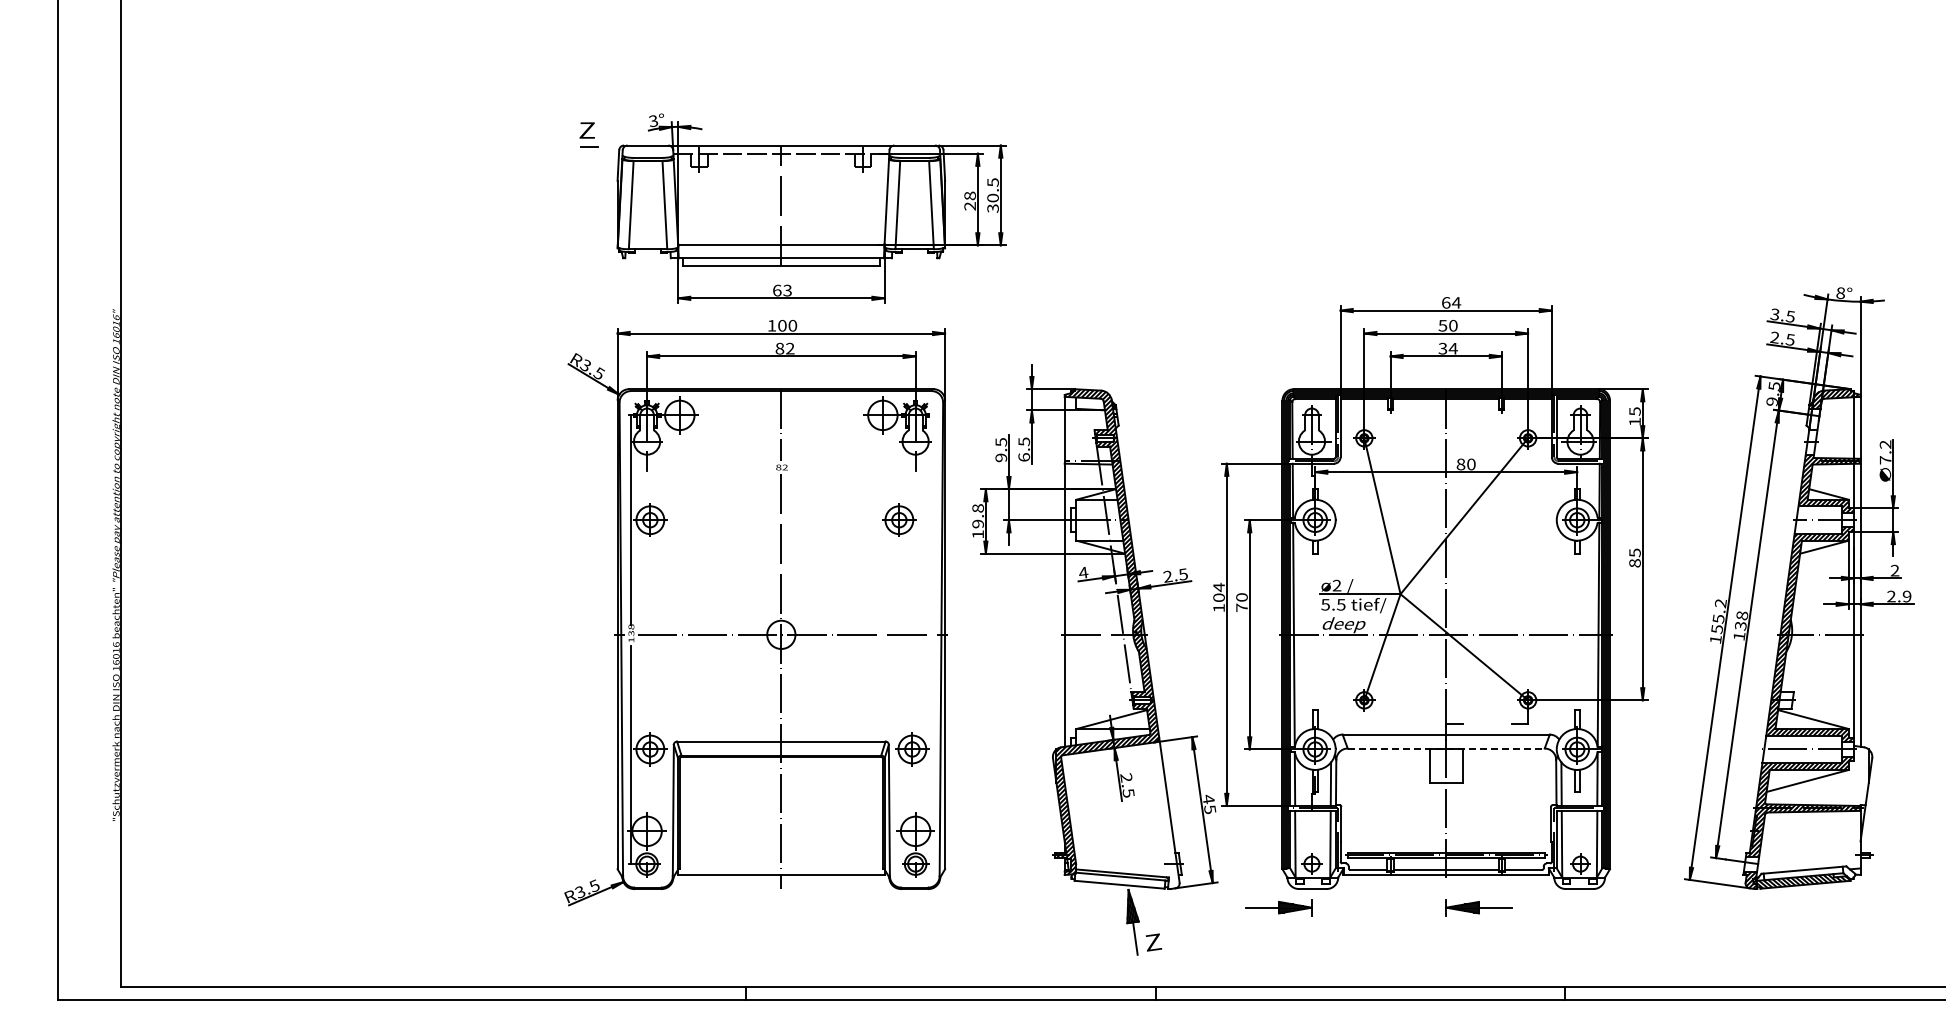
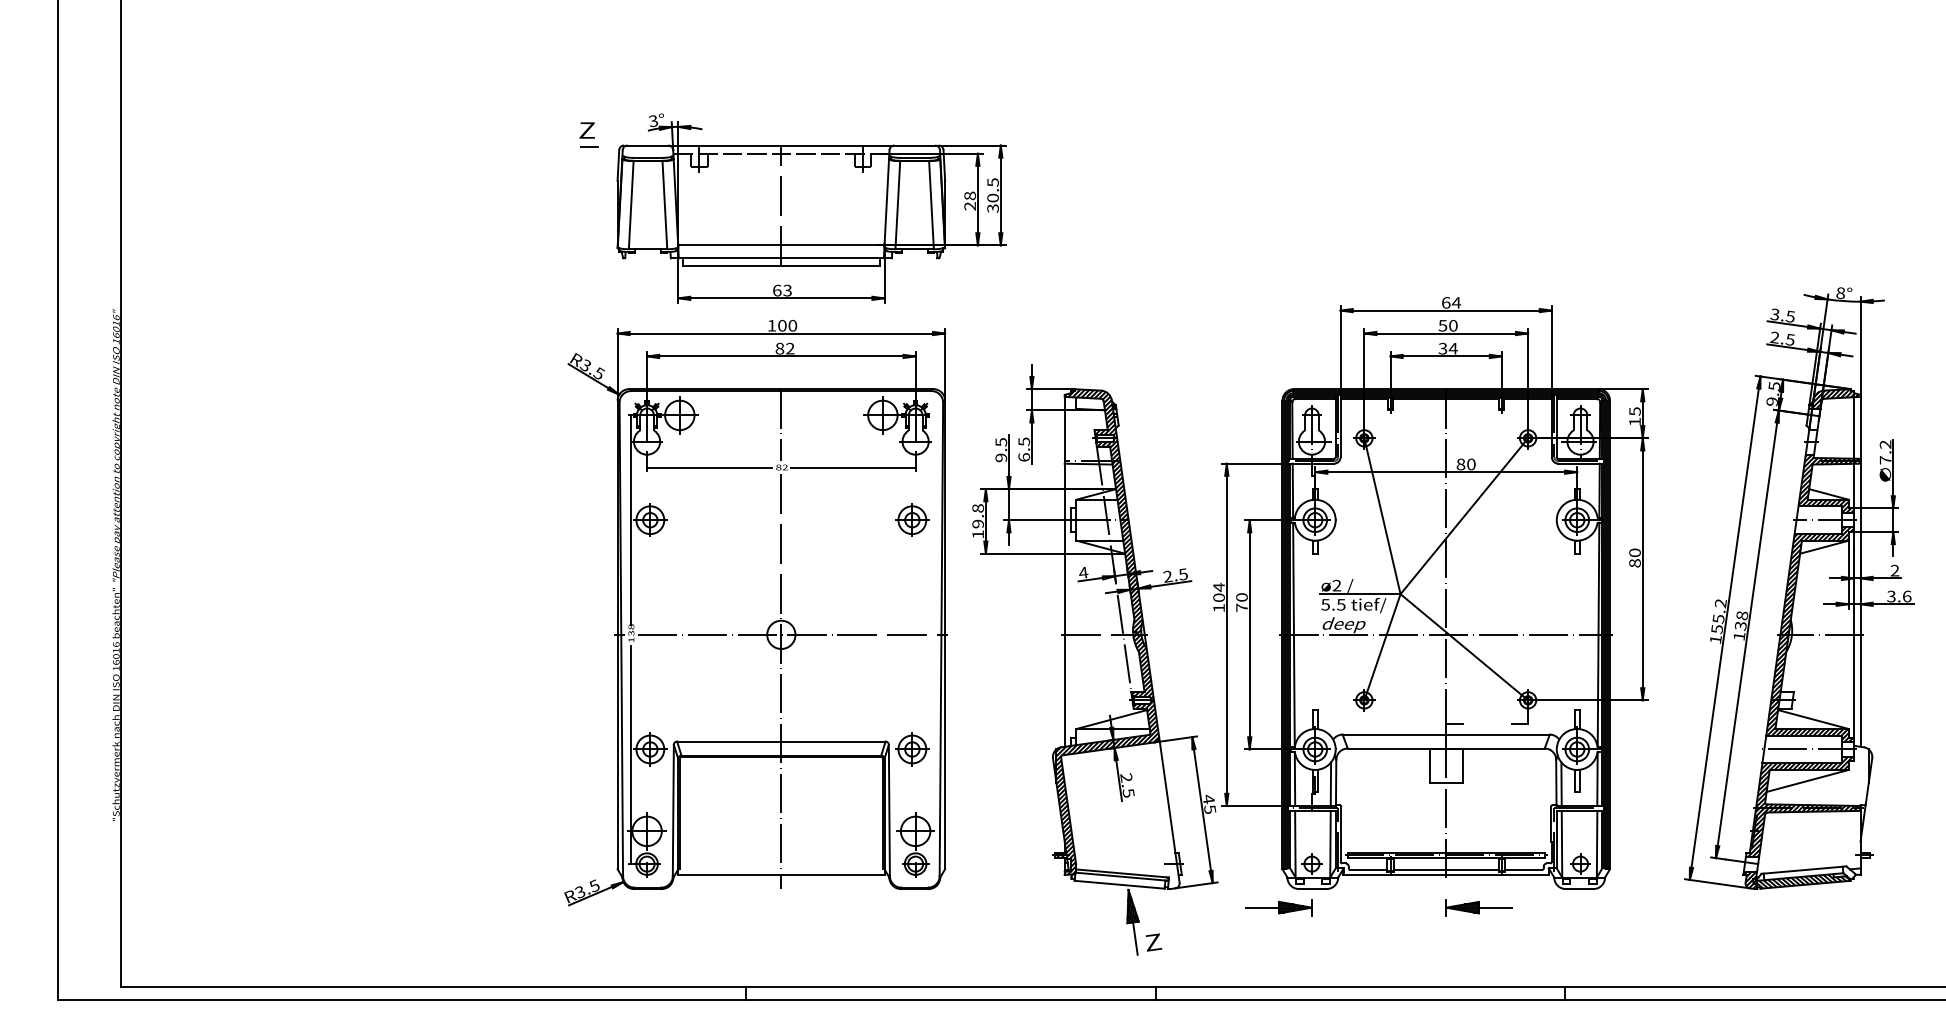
line at (709, 467): none -> present
line at (853, 467): none -> present
part at (899, 519) position: (899, 519) -> (912, 519)
text at (1634, 552): 85 -> 80
text at (1899, 596): 2.9 -> 3.6
line at (1446, 748): dashed -> solid
